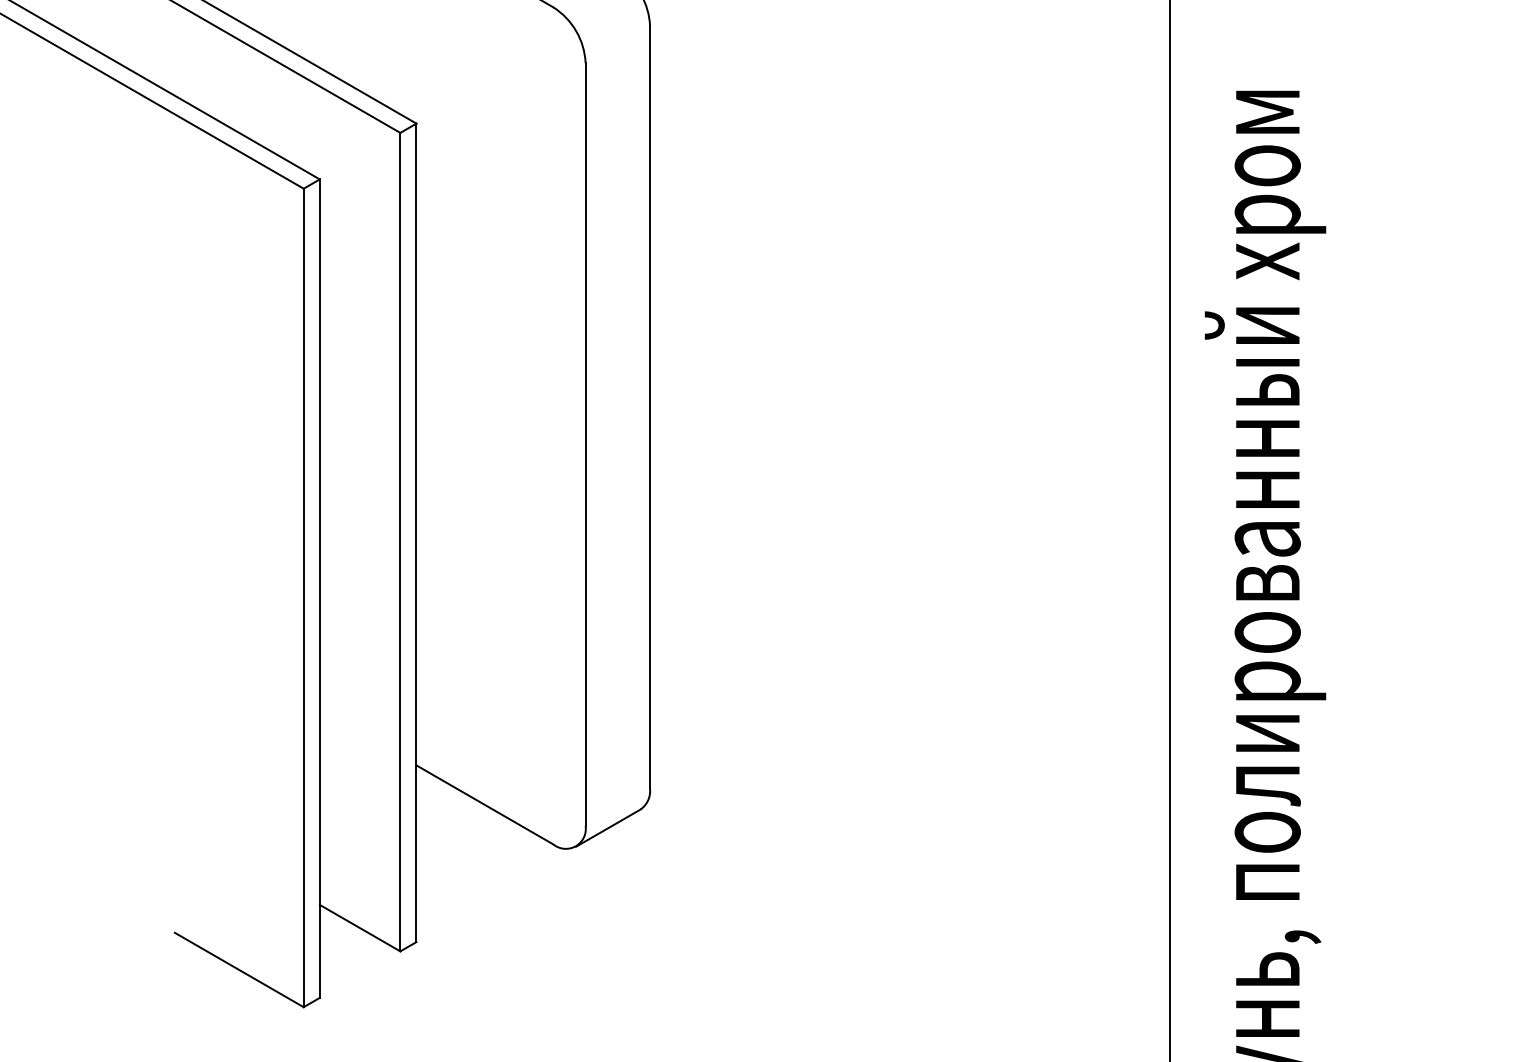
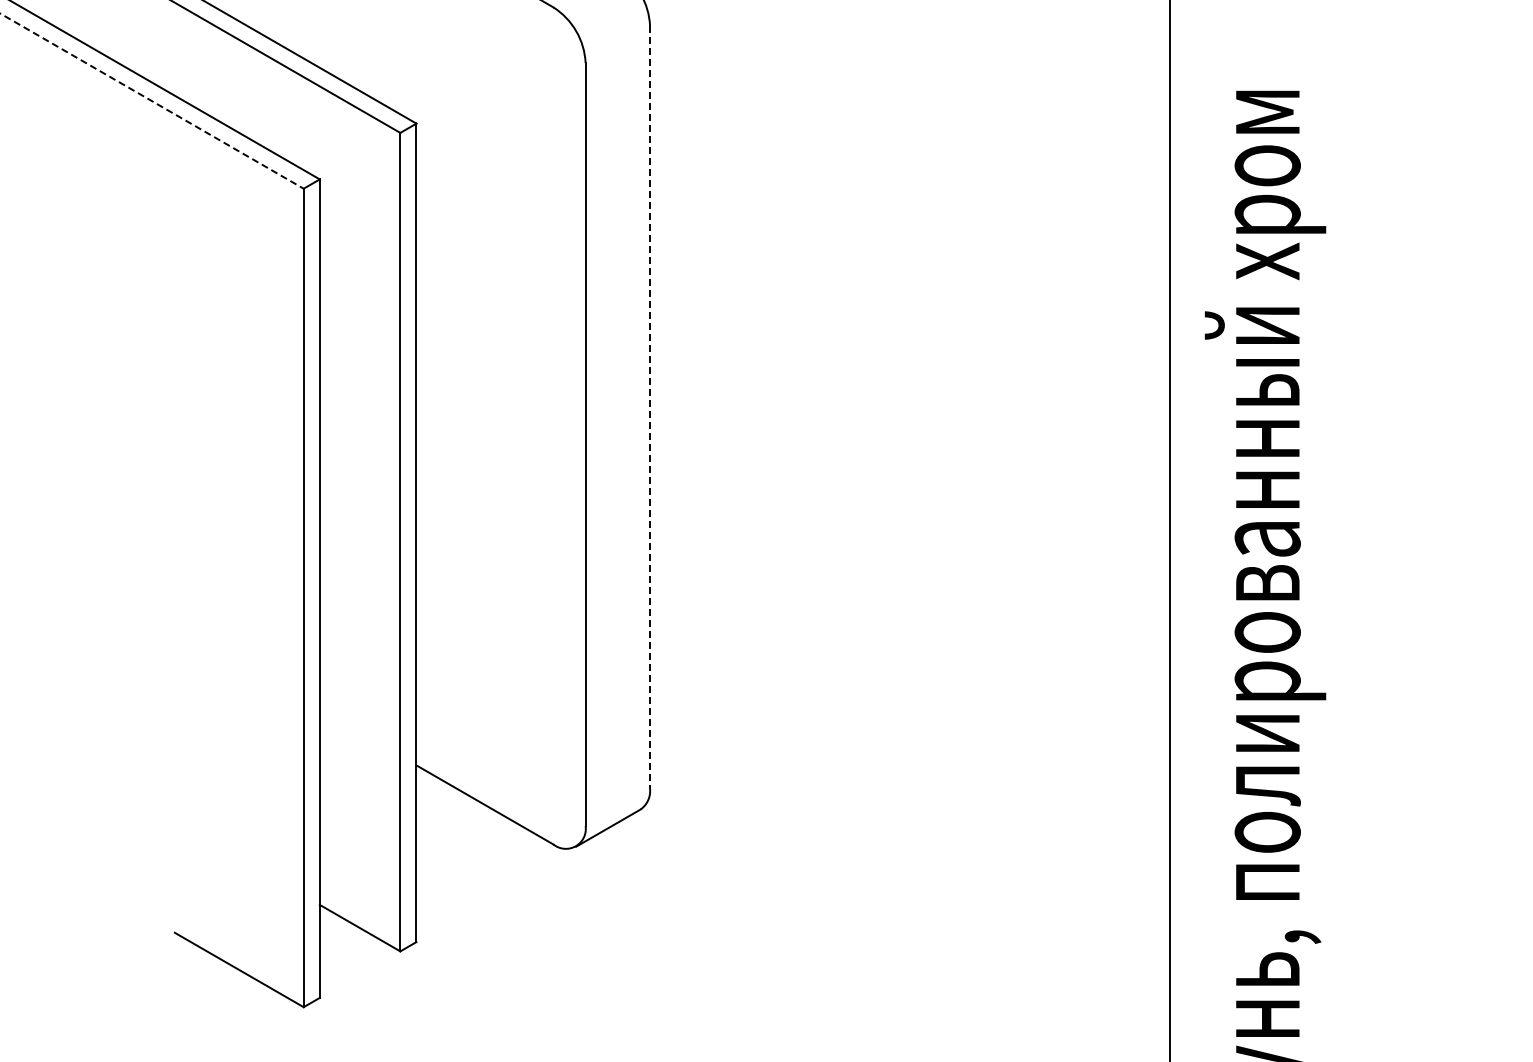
line at (152, 101): solid -> dashed
line at (650, 407): solid -> dashed
